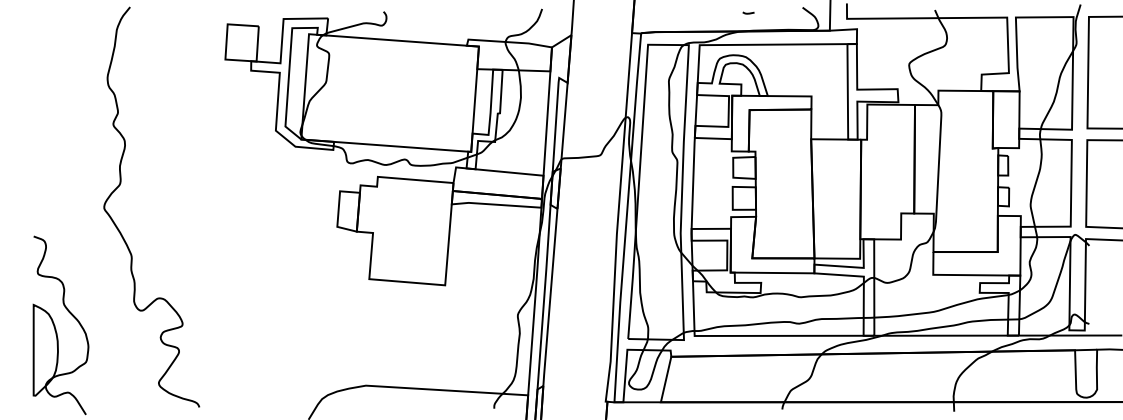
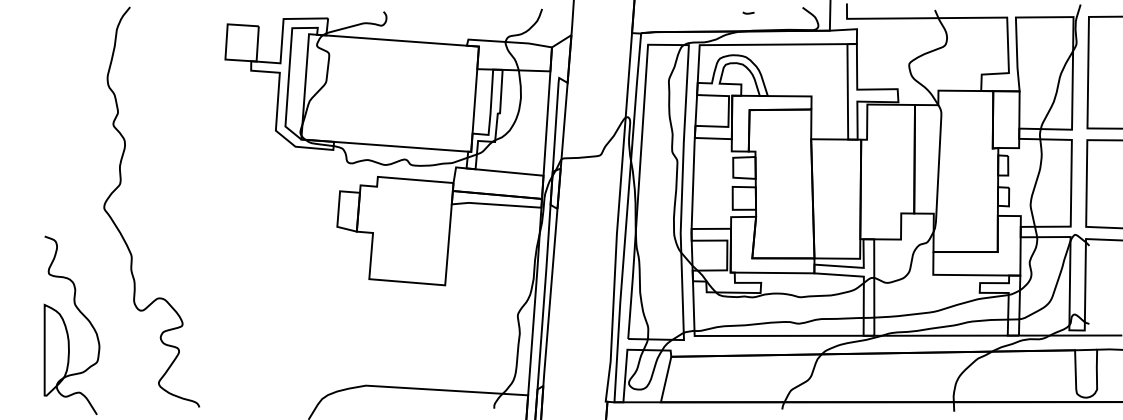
part at (60, 325) position: (60, 325) -> (71, 325)
